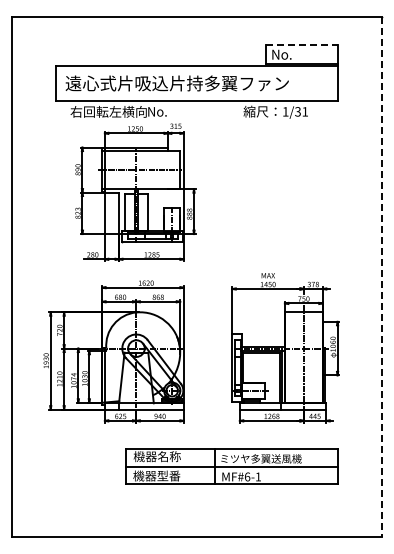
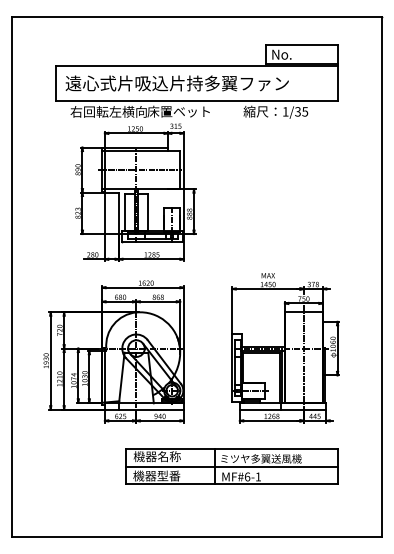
line at (302, 45): dashed -> solid
text at (178, 111): No. -> 床置ベット
text at (305, 111): 1/31 -> 1/35
line at (382, 277): dashed -> solid
